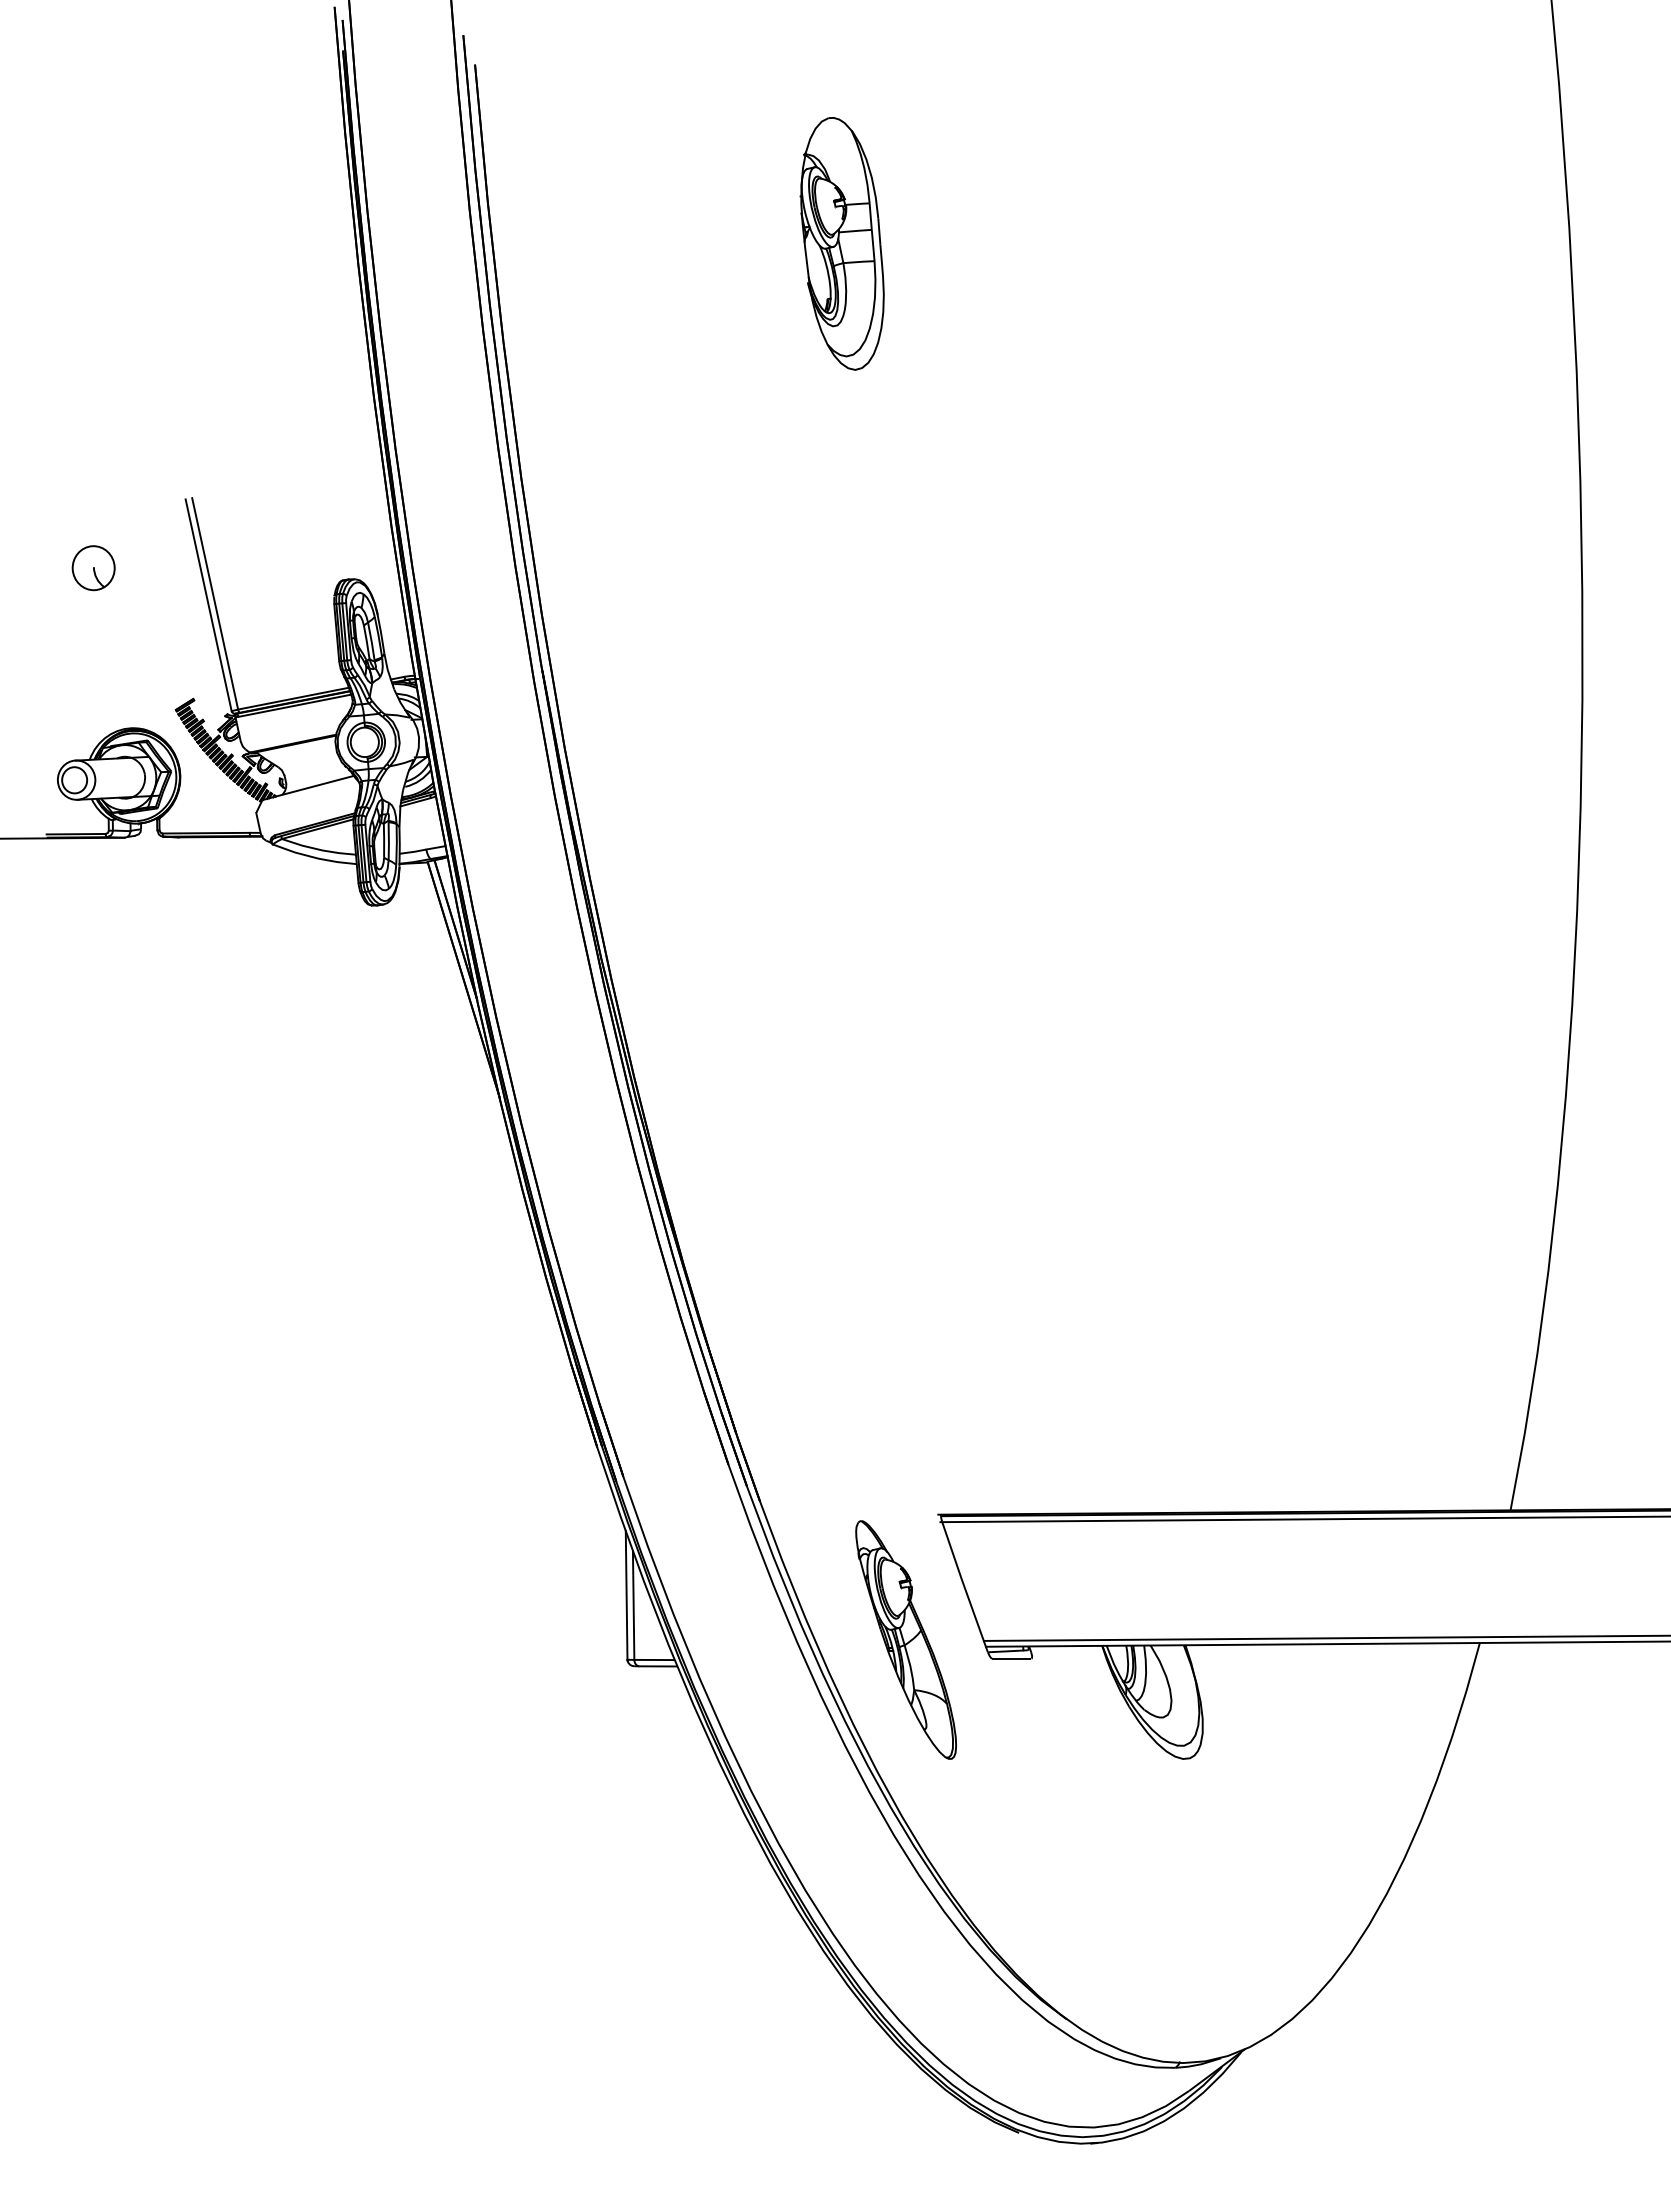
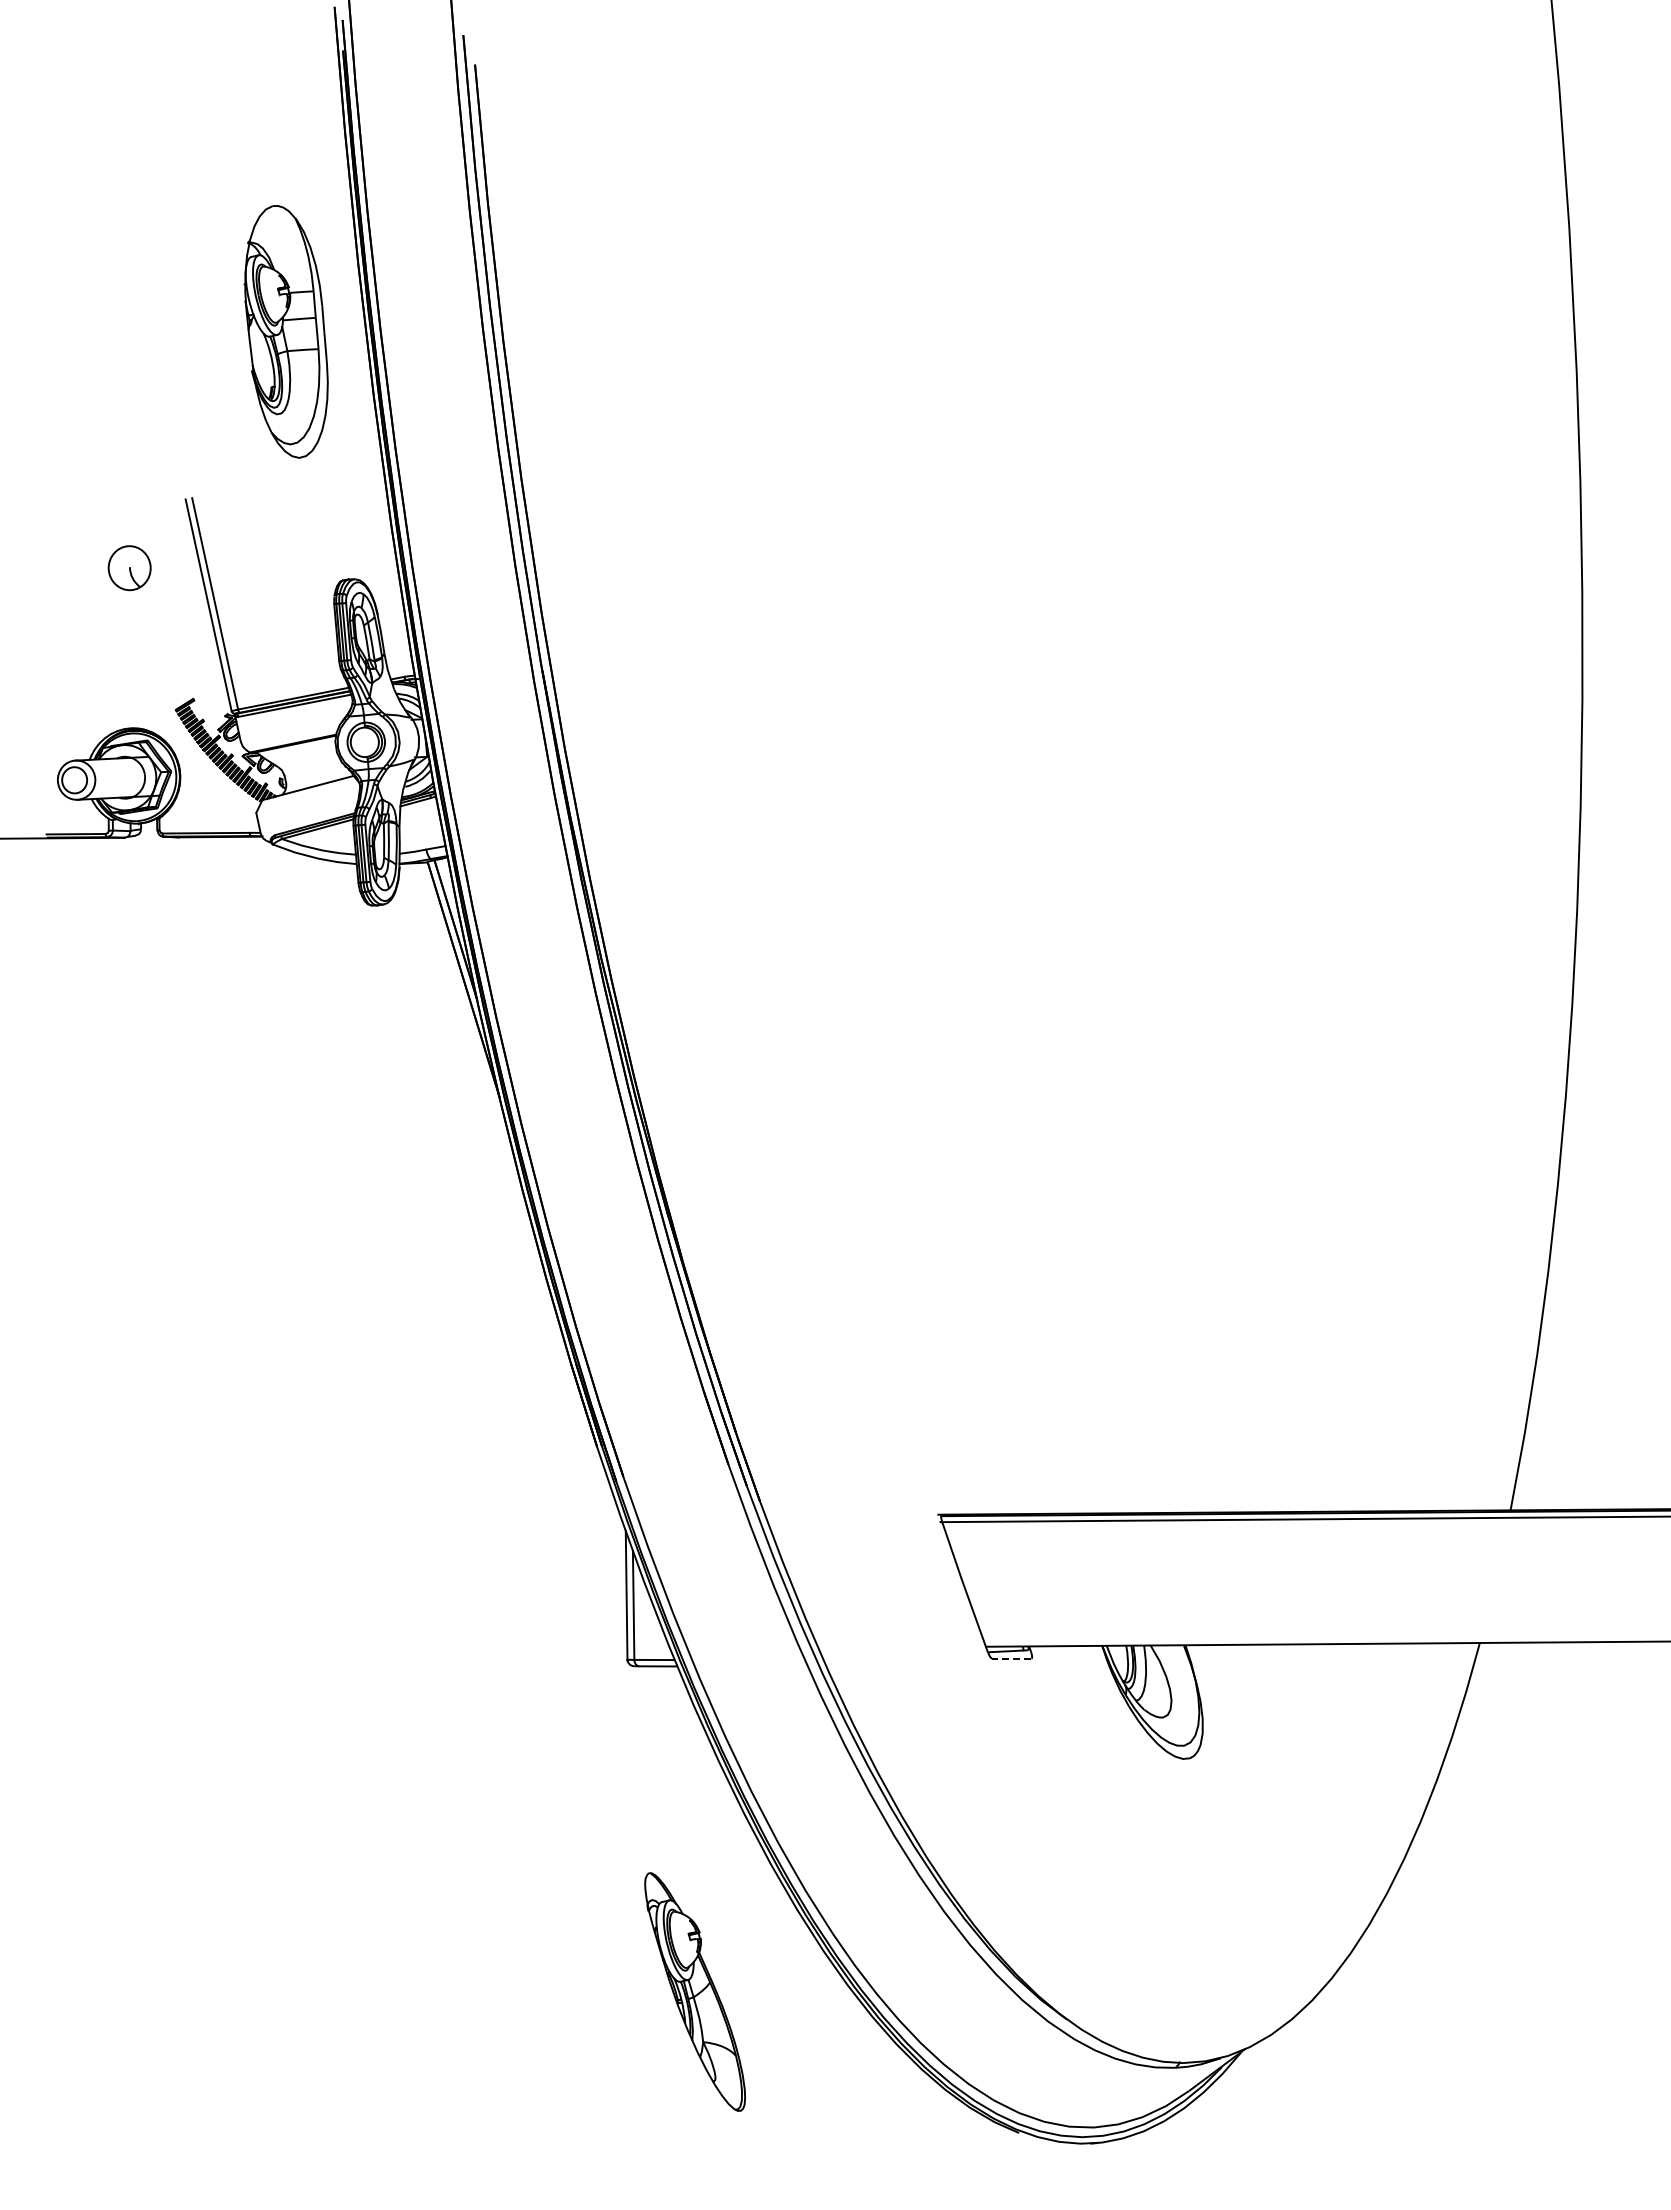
part at (841, 243) position: (841, 243) -> (285, 331)
part at (93, 568) position: (93, 568) -> (129, 568)
line at (1325, 1637): present -> none
part at (905, 1639) position: (905, 1639) -> (694, 1991)
line at (1010, 1658): solid -> dashed
